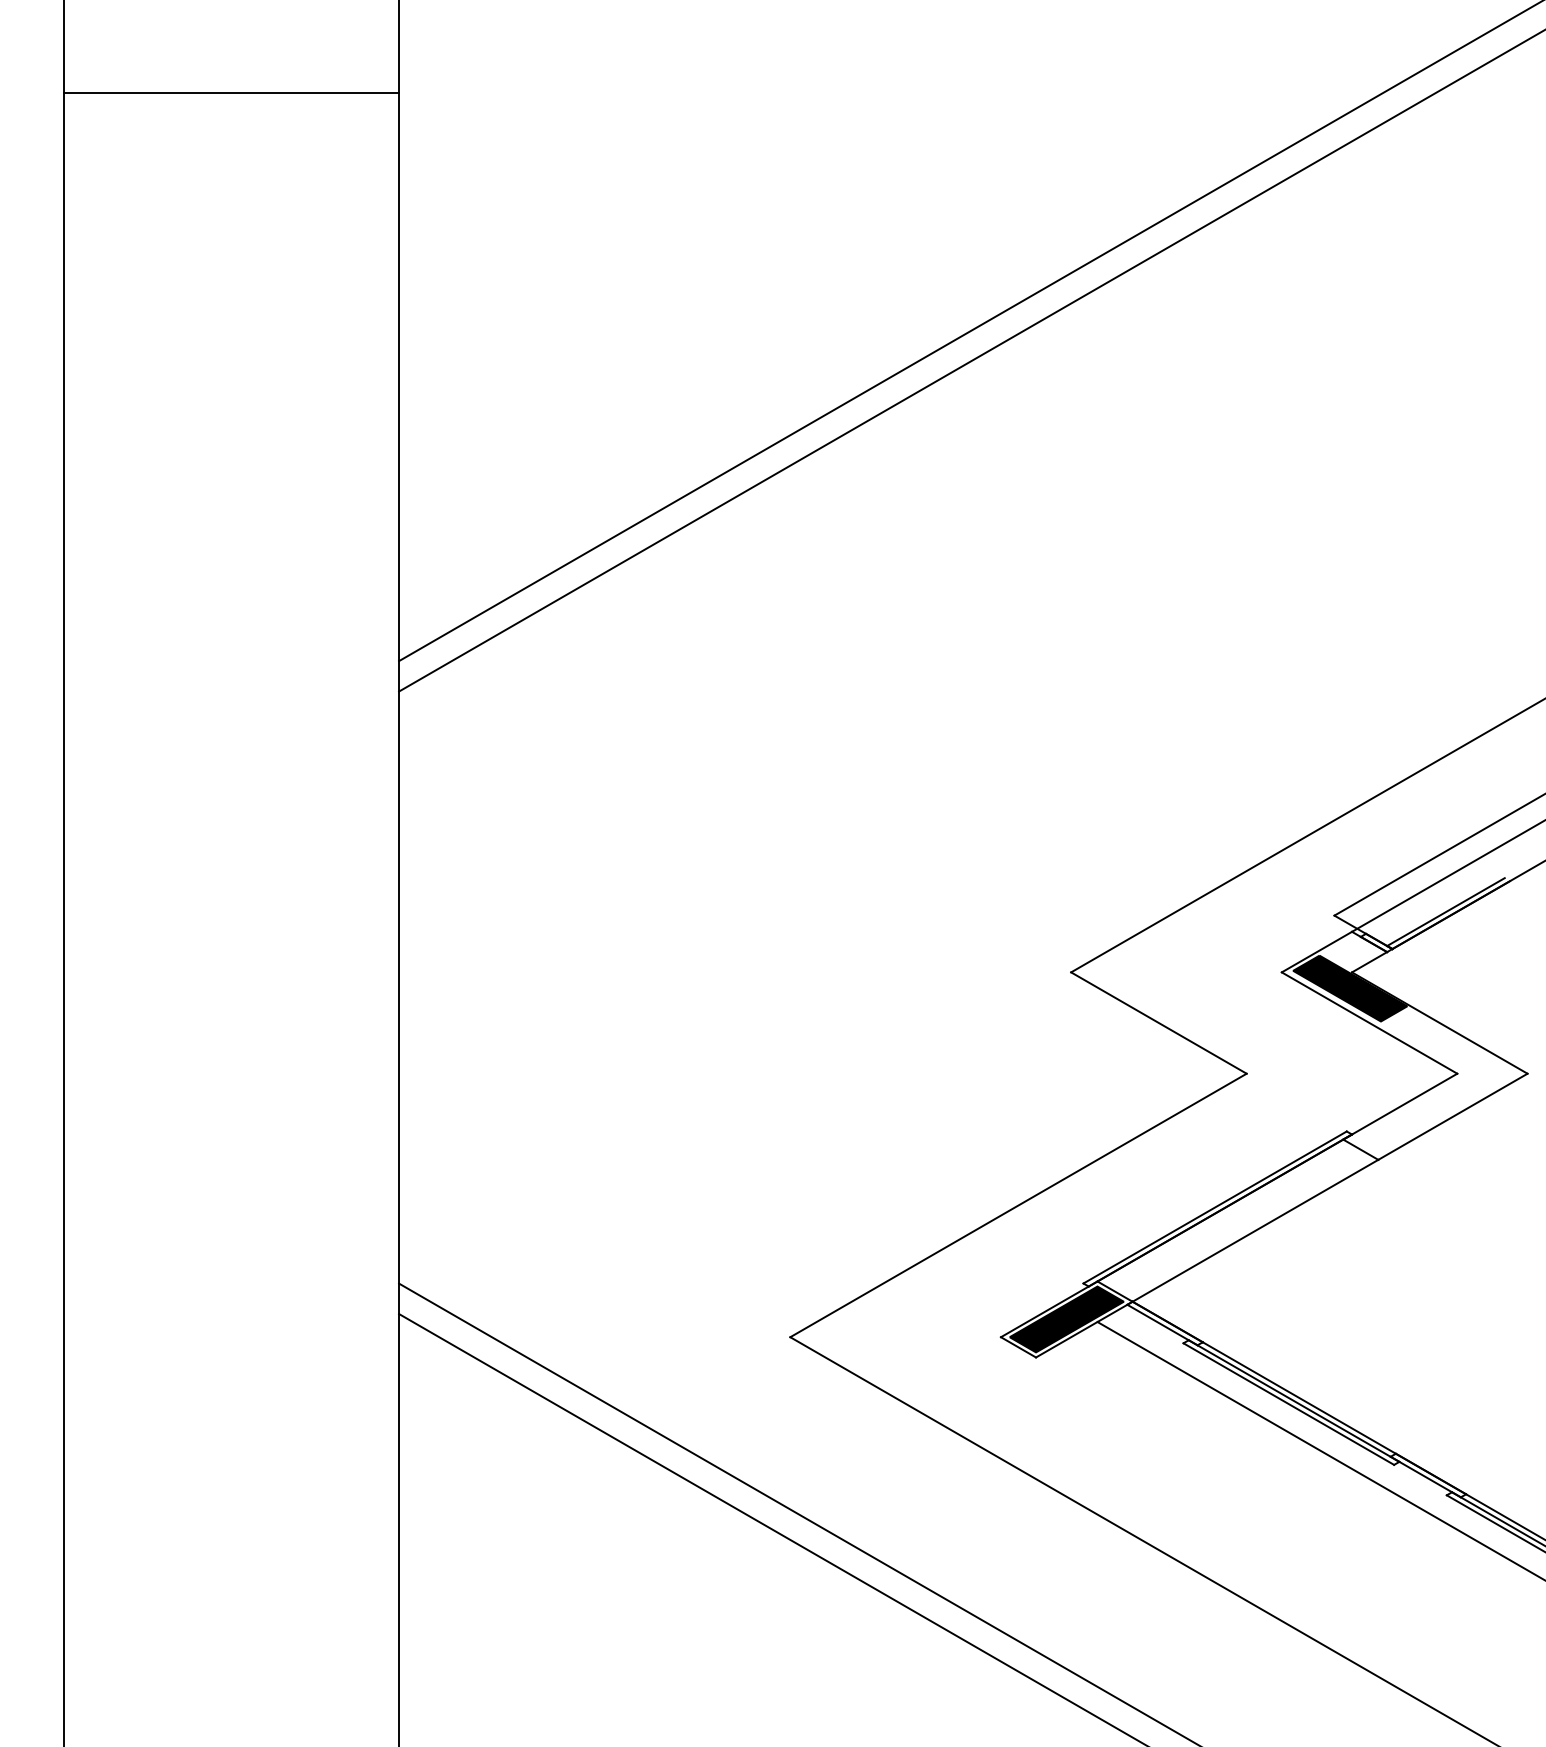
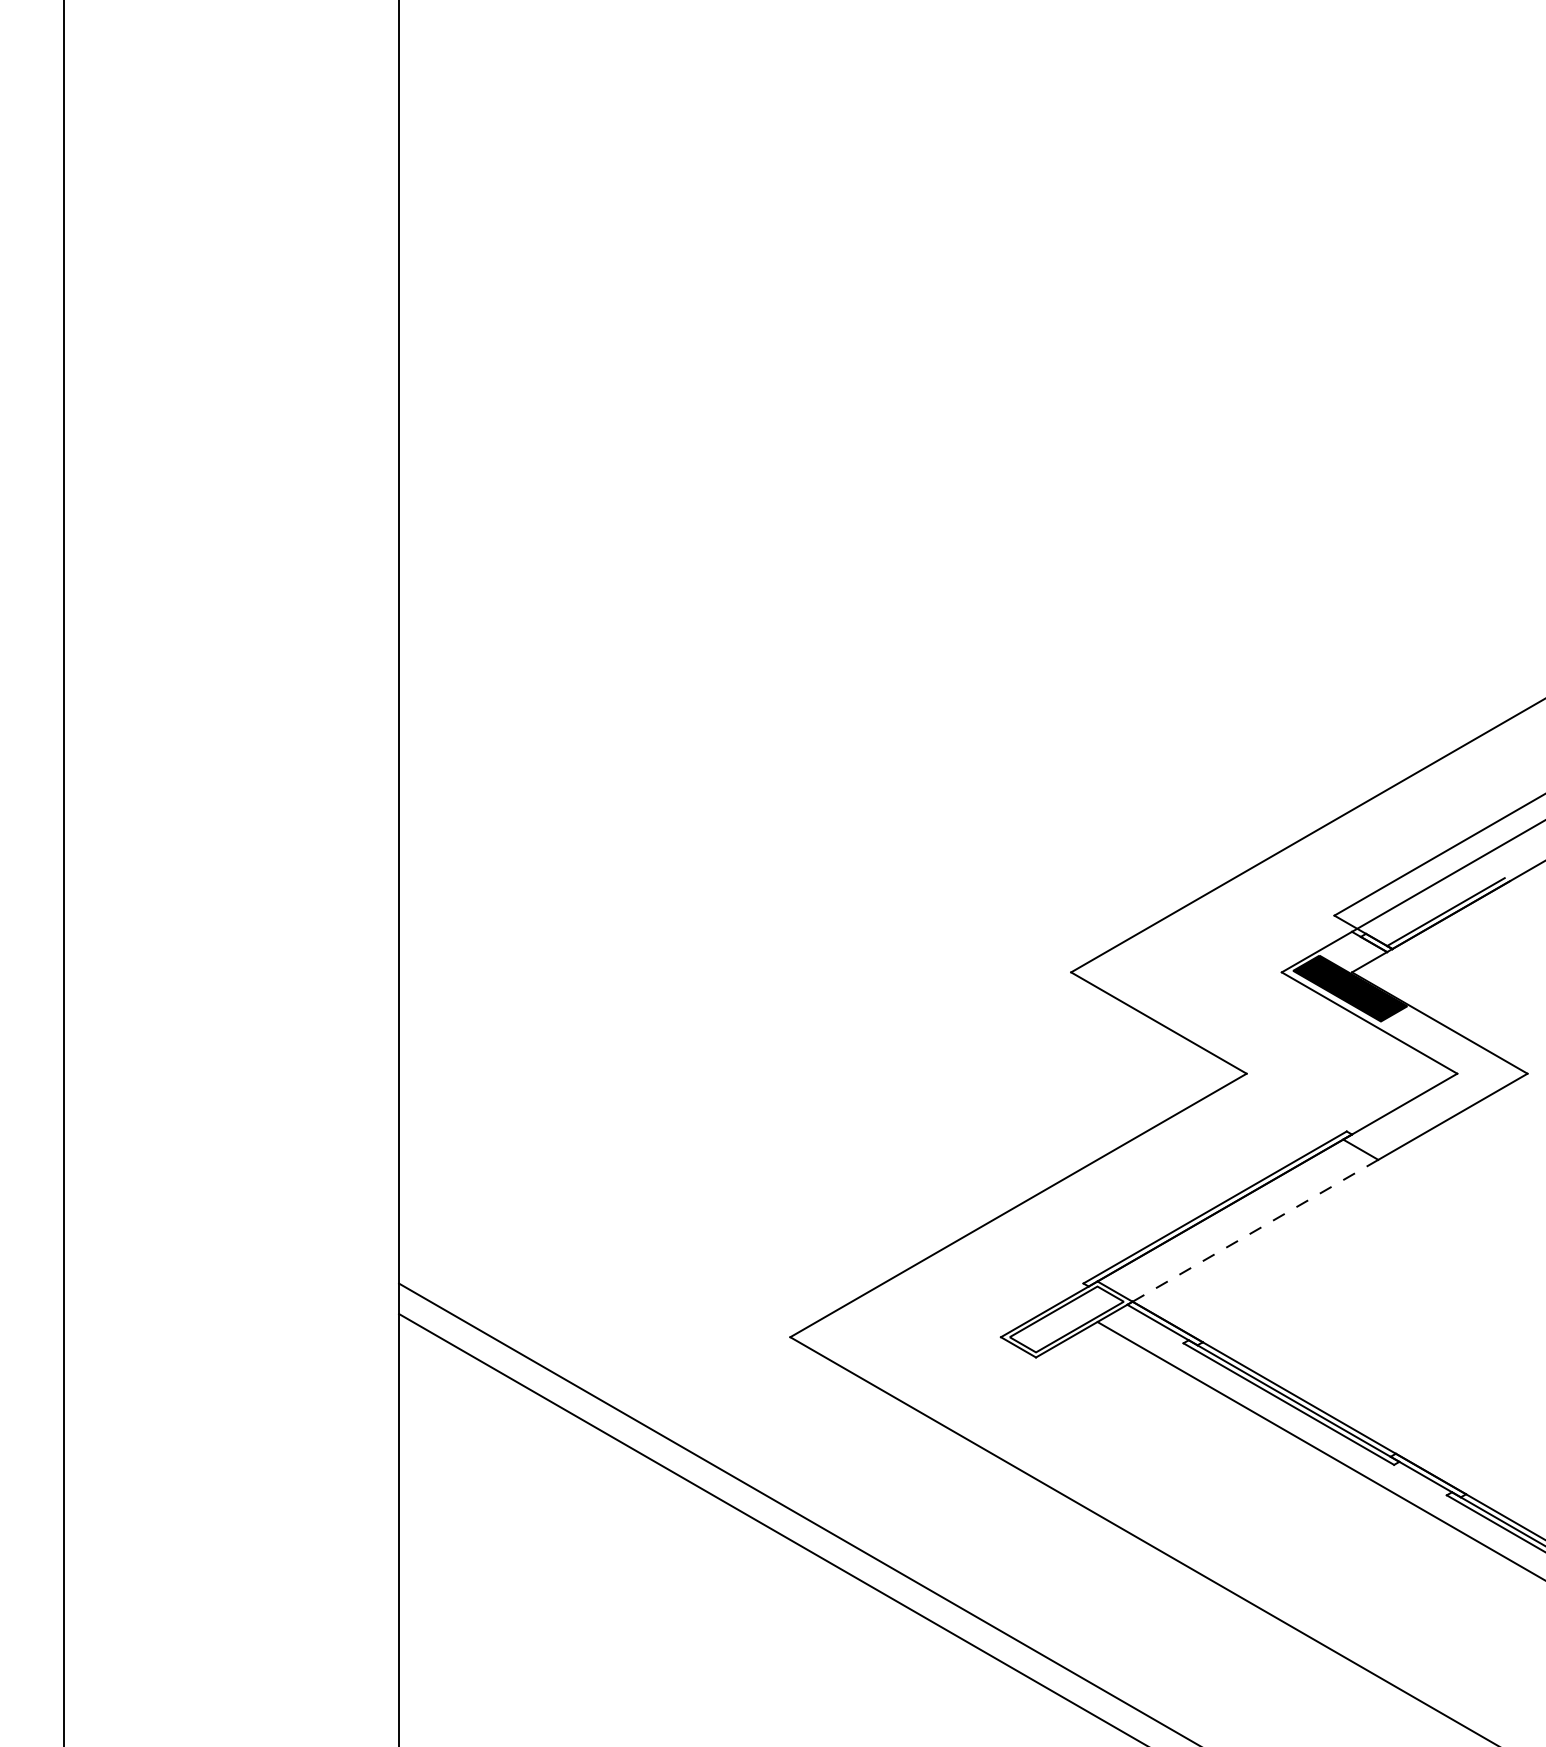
line at (231, 93): present -> none
line at (969, 331): present -> none
line at (970, 361): present -> none
line at (1255, 1230): solid -> dashed
fill at (1066, 1319): present -> none
